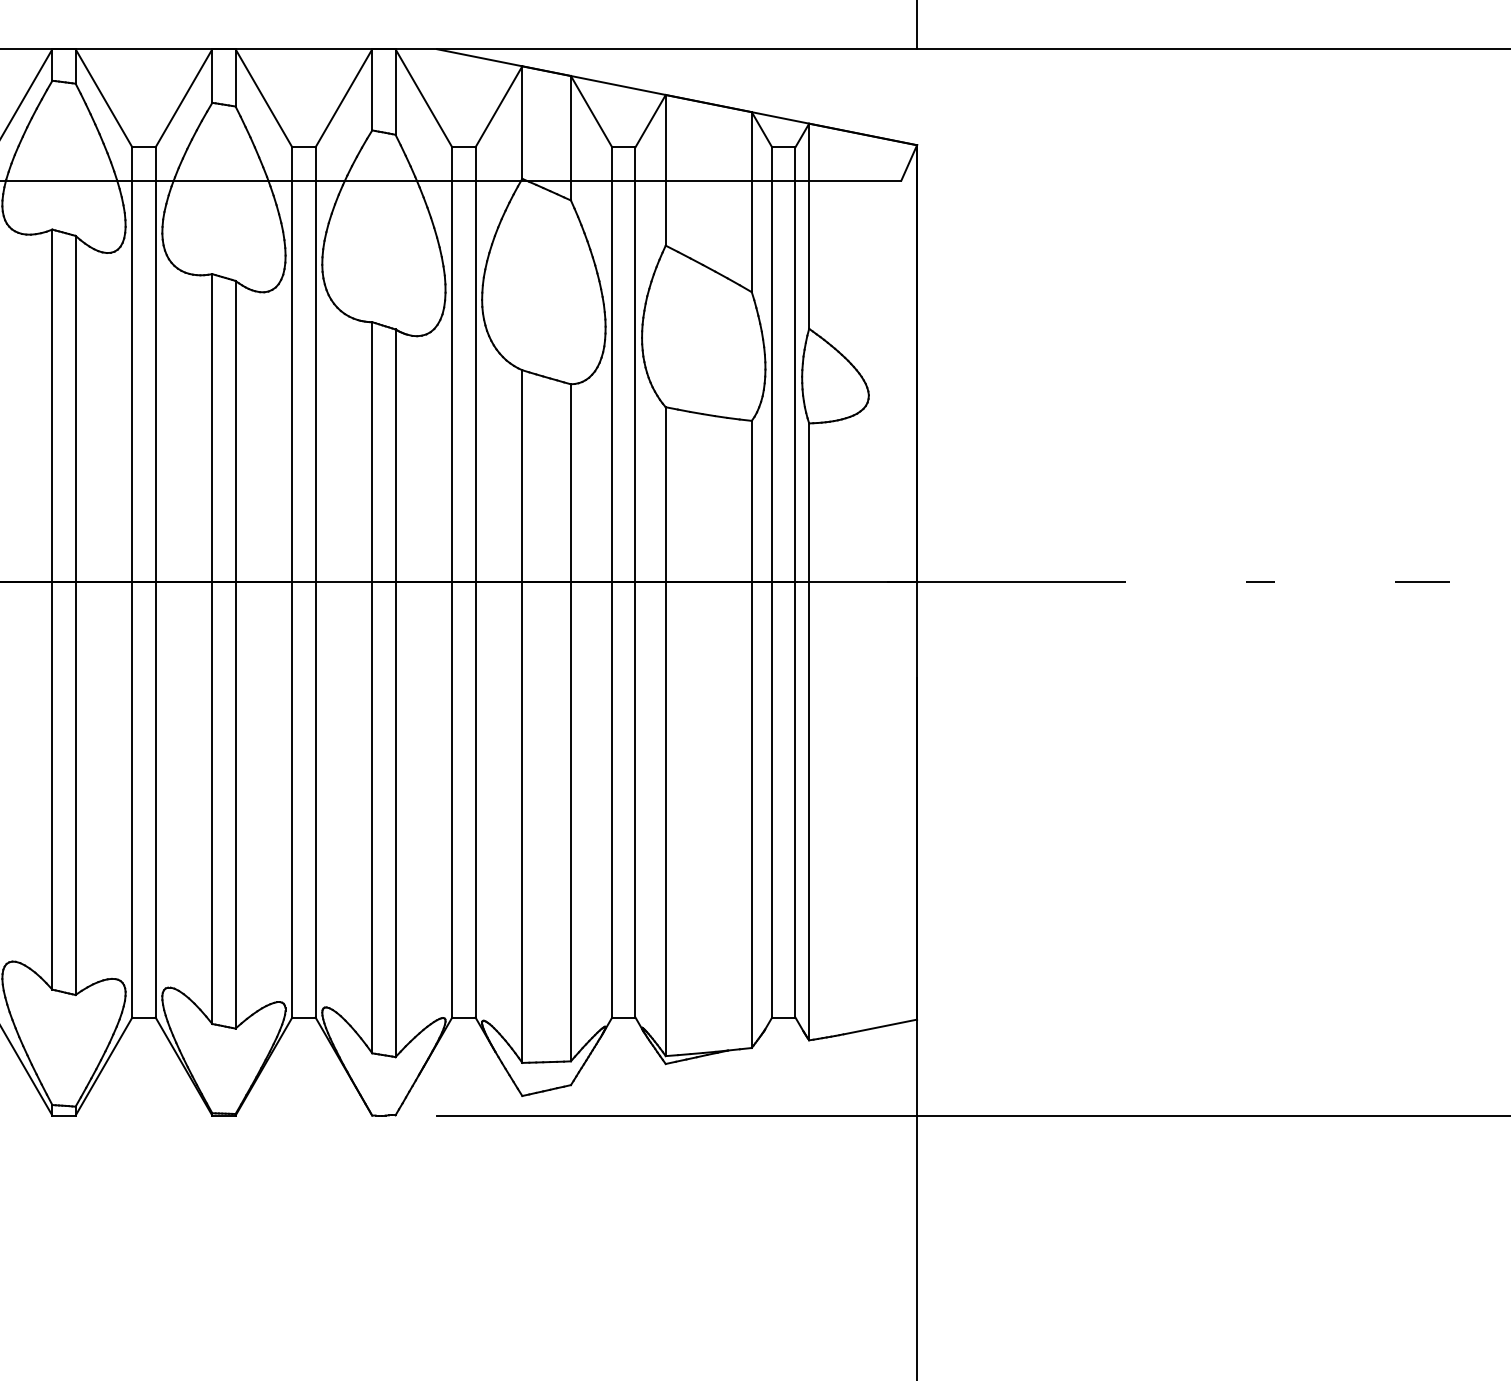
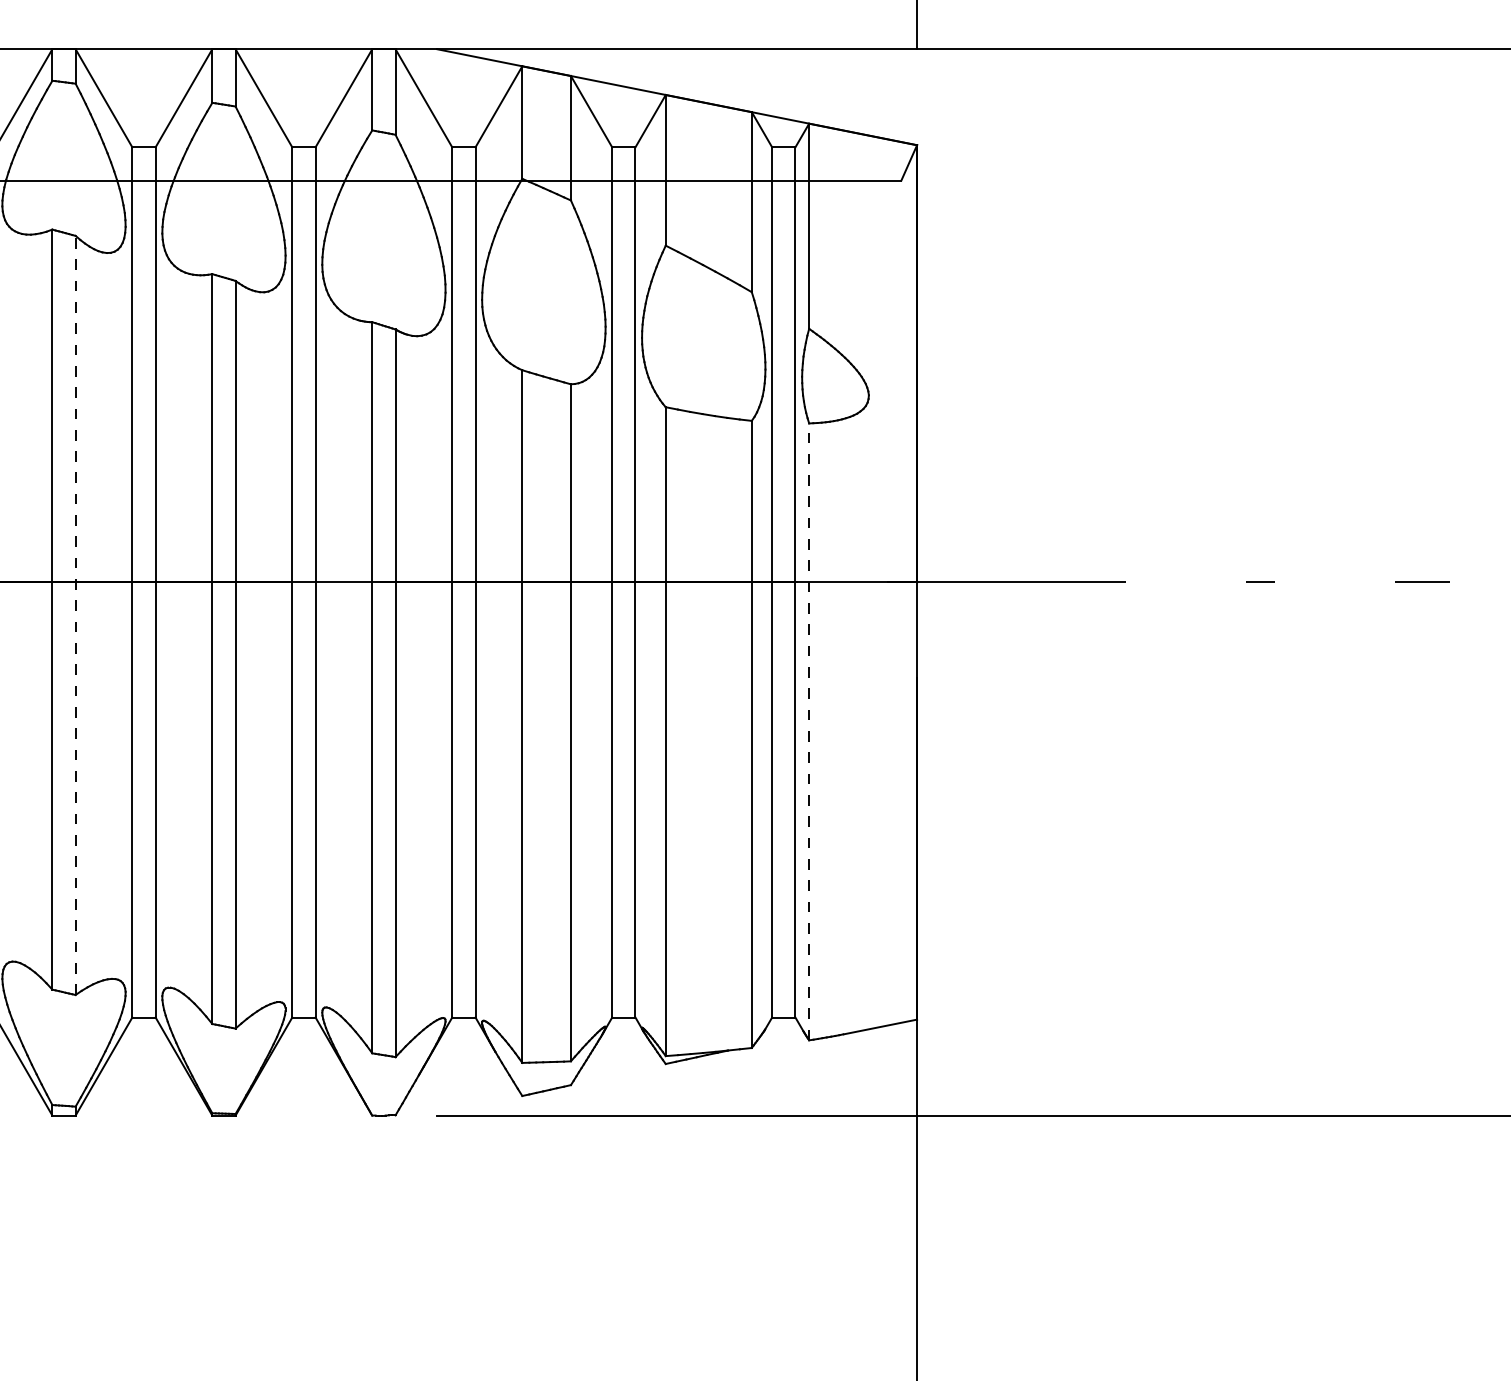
line at (75, 615): solid -> dashed
line at (809, 731): solid -> dashed
